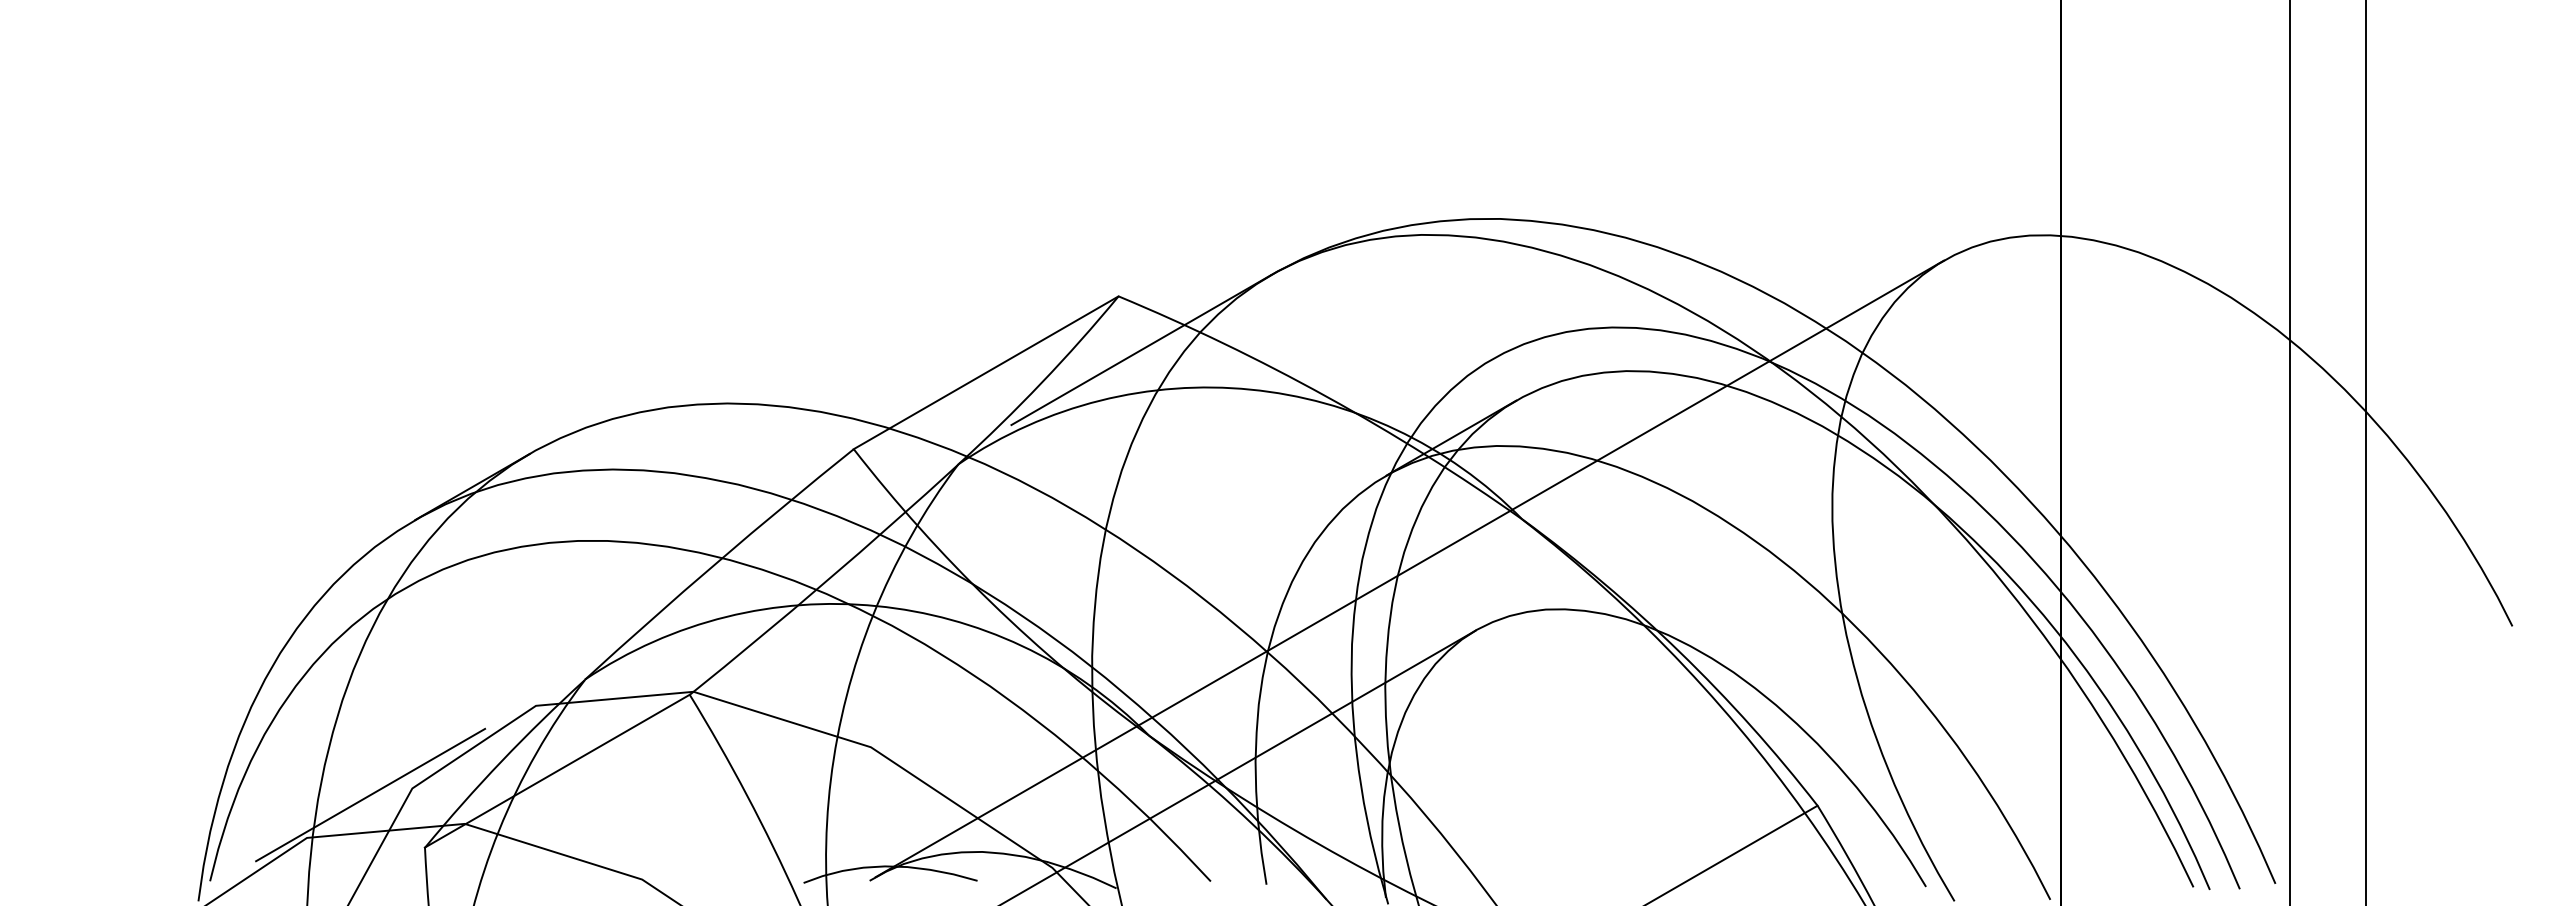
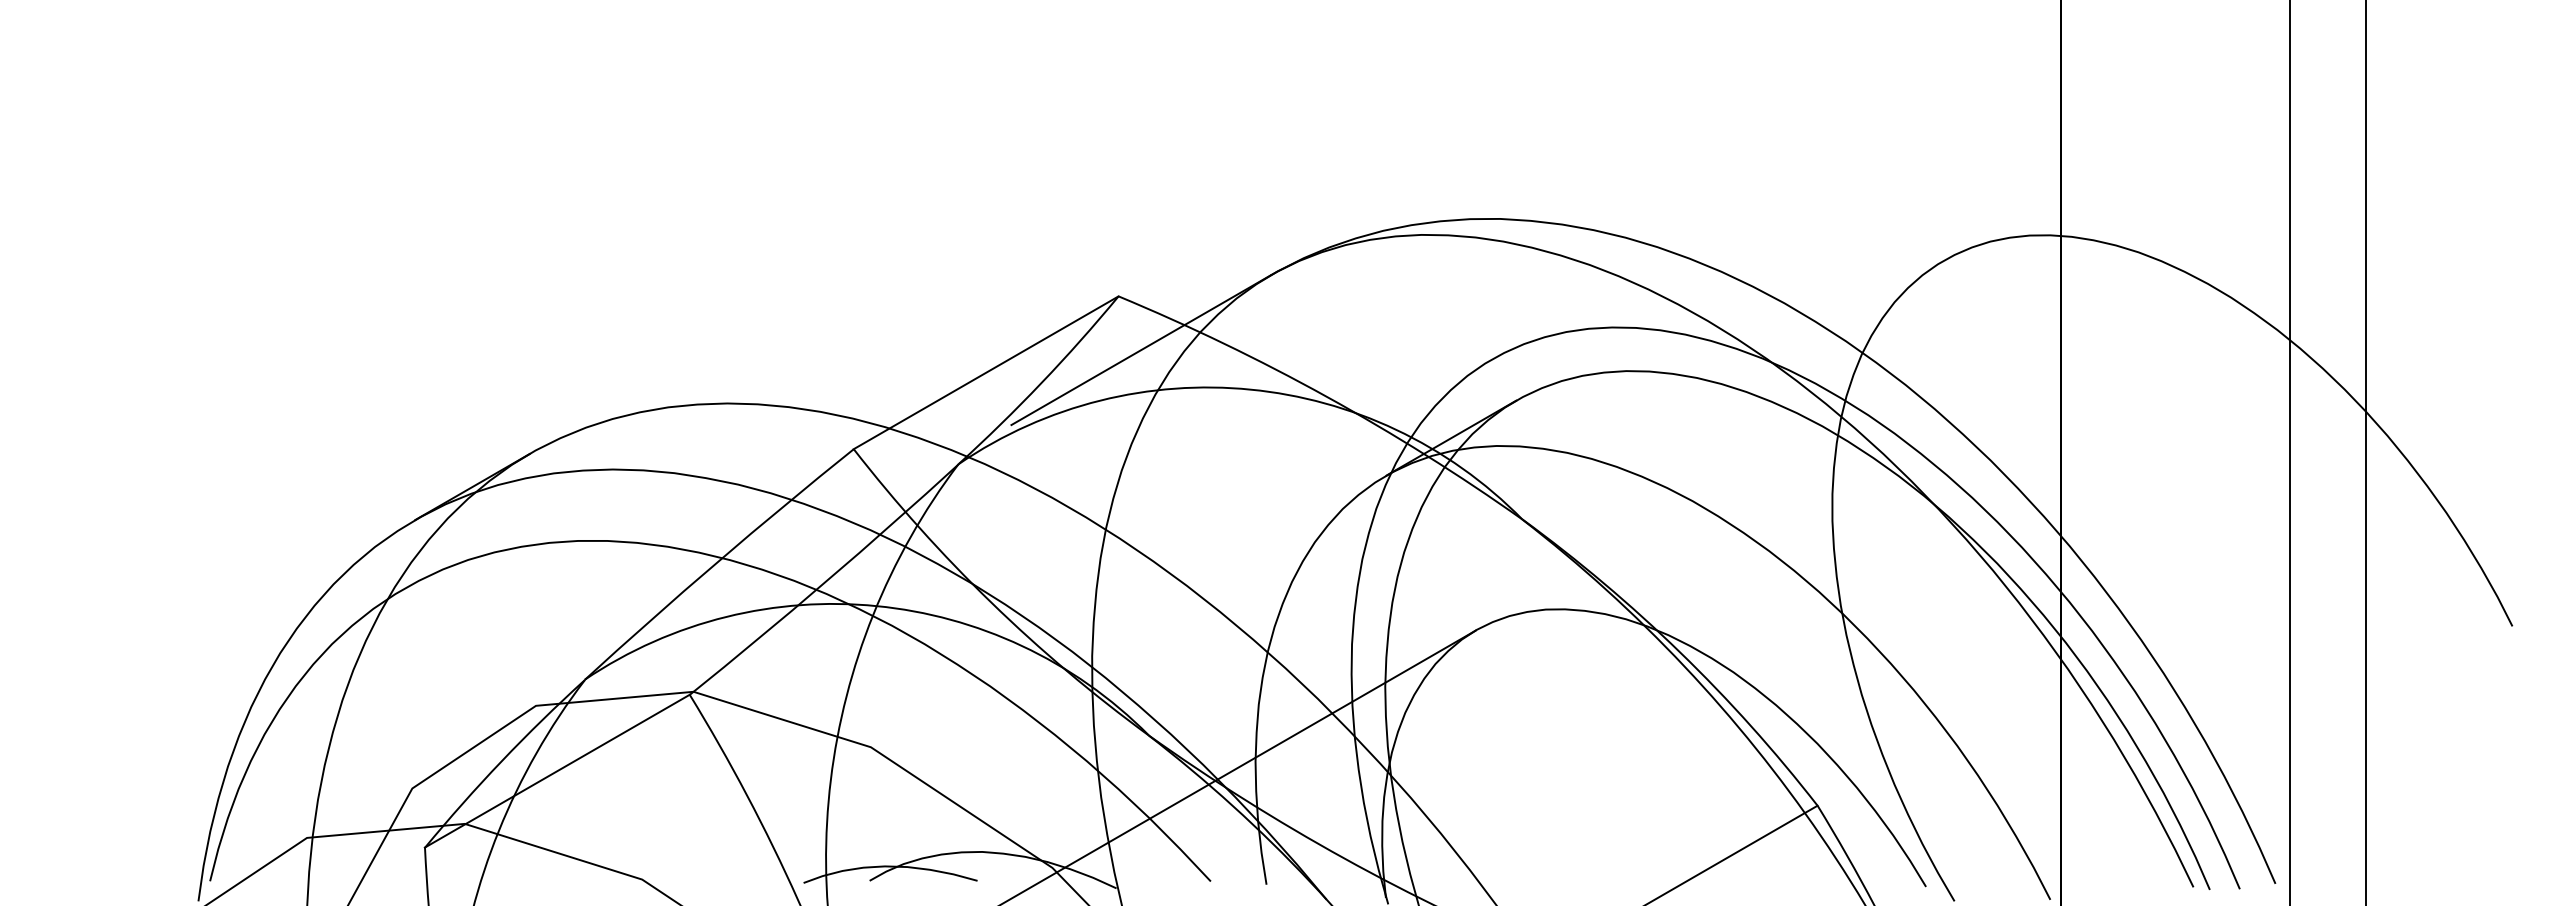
line at (1409, 568): present -> none
line at (370, 794): present -> none
